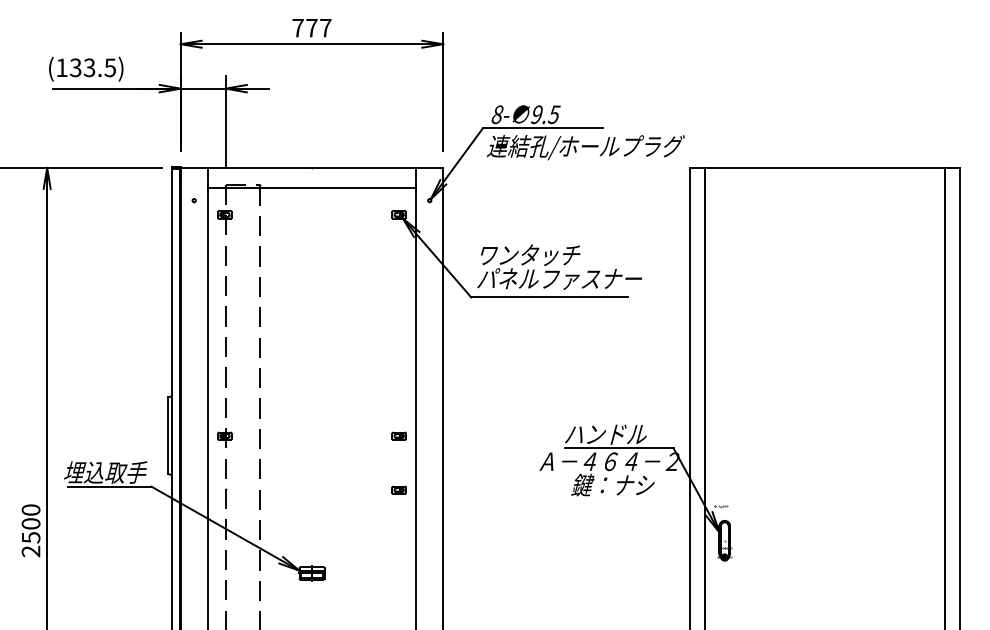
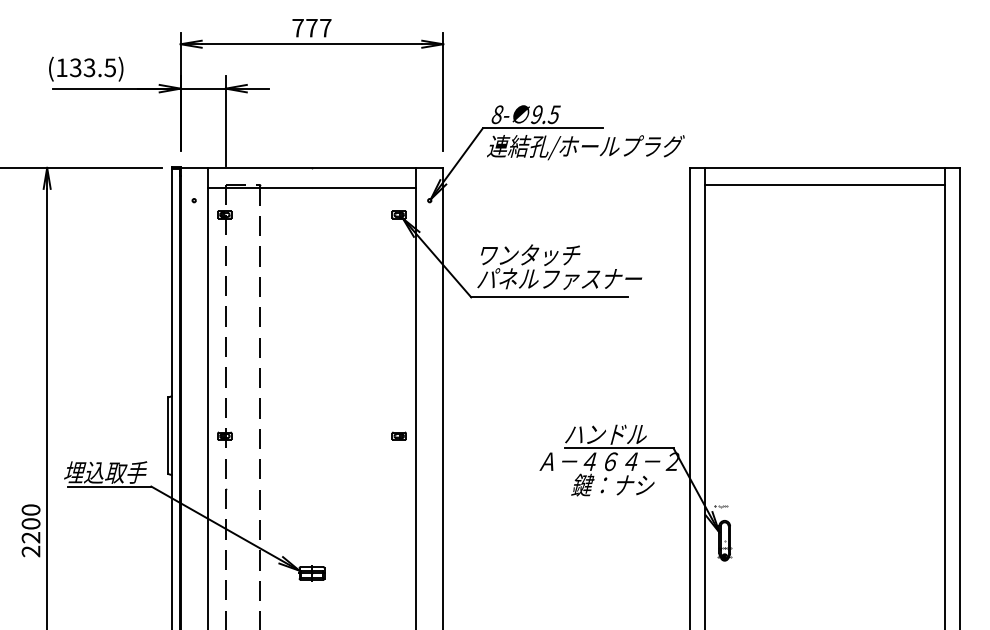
line at (825, 184): none -> present
part at (398, 489): present -> none
text at (30, 537): 2500 -> 2200
